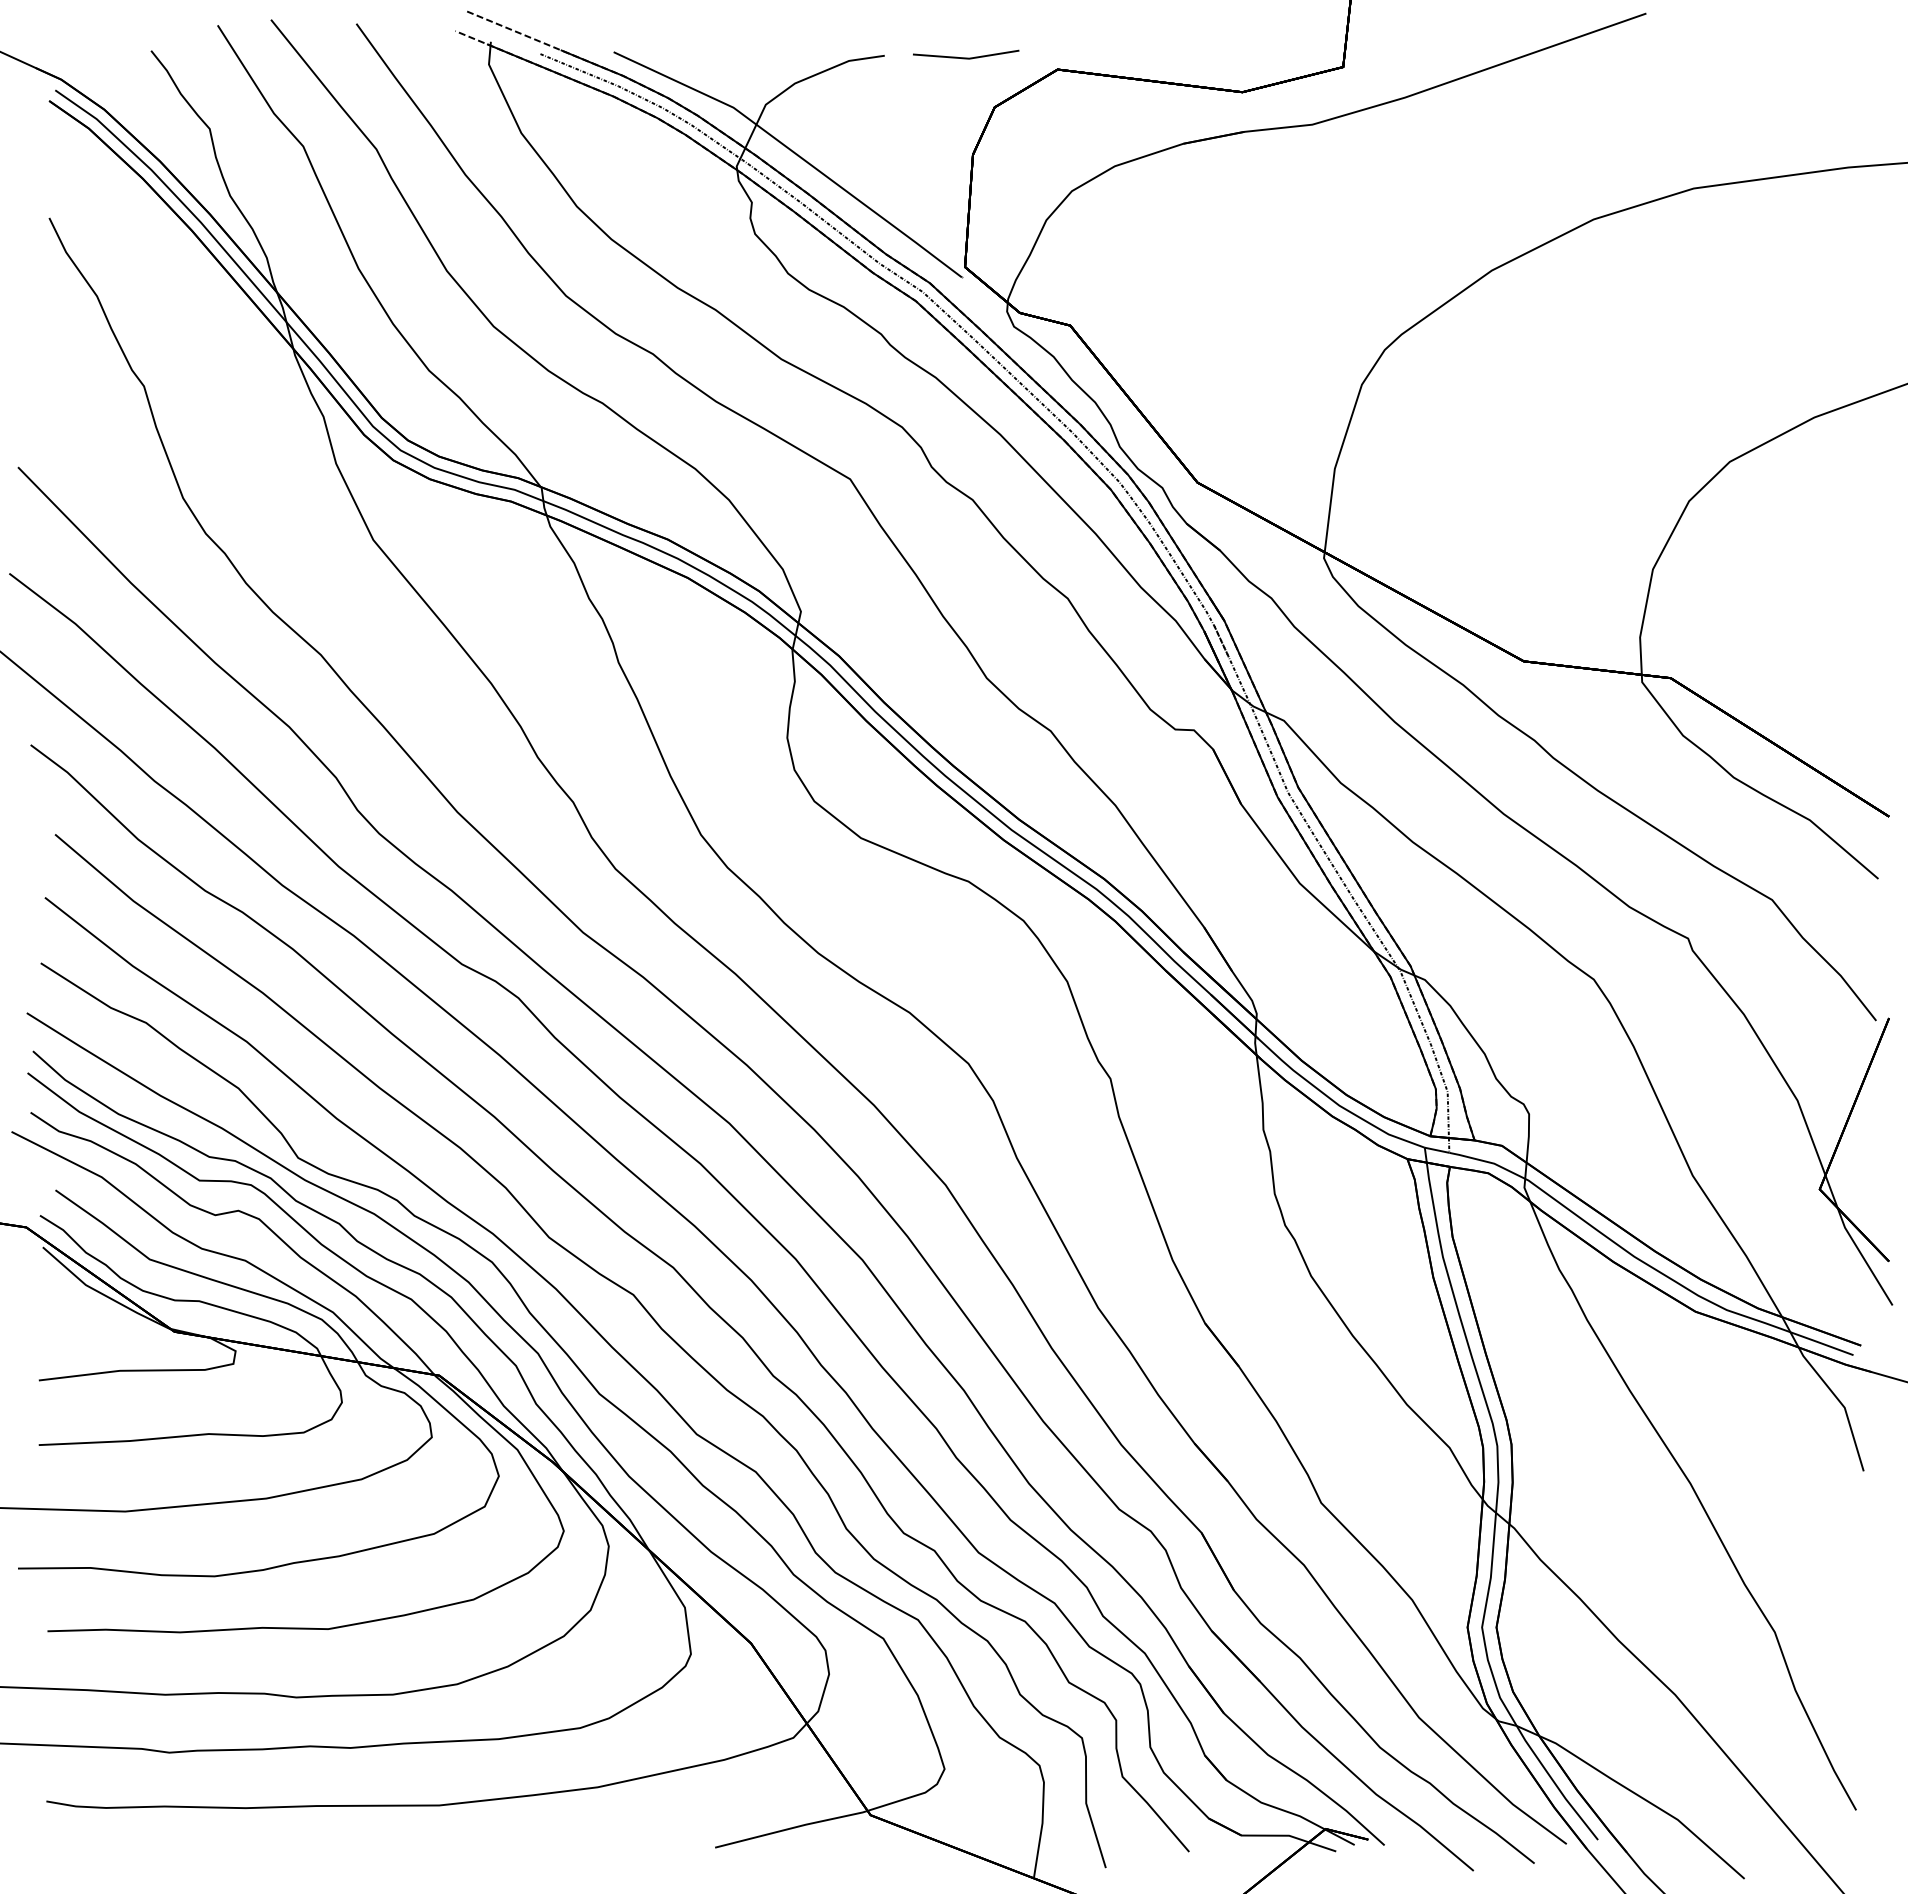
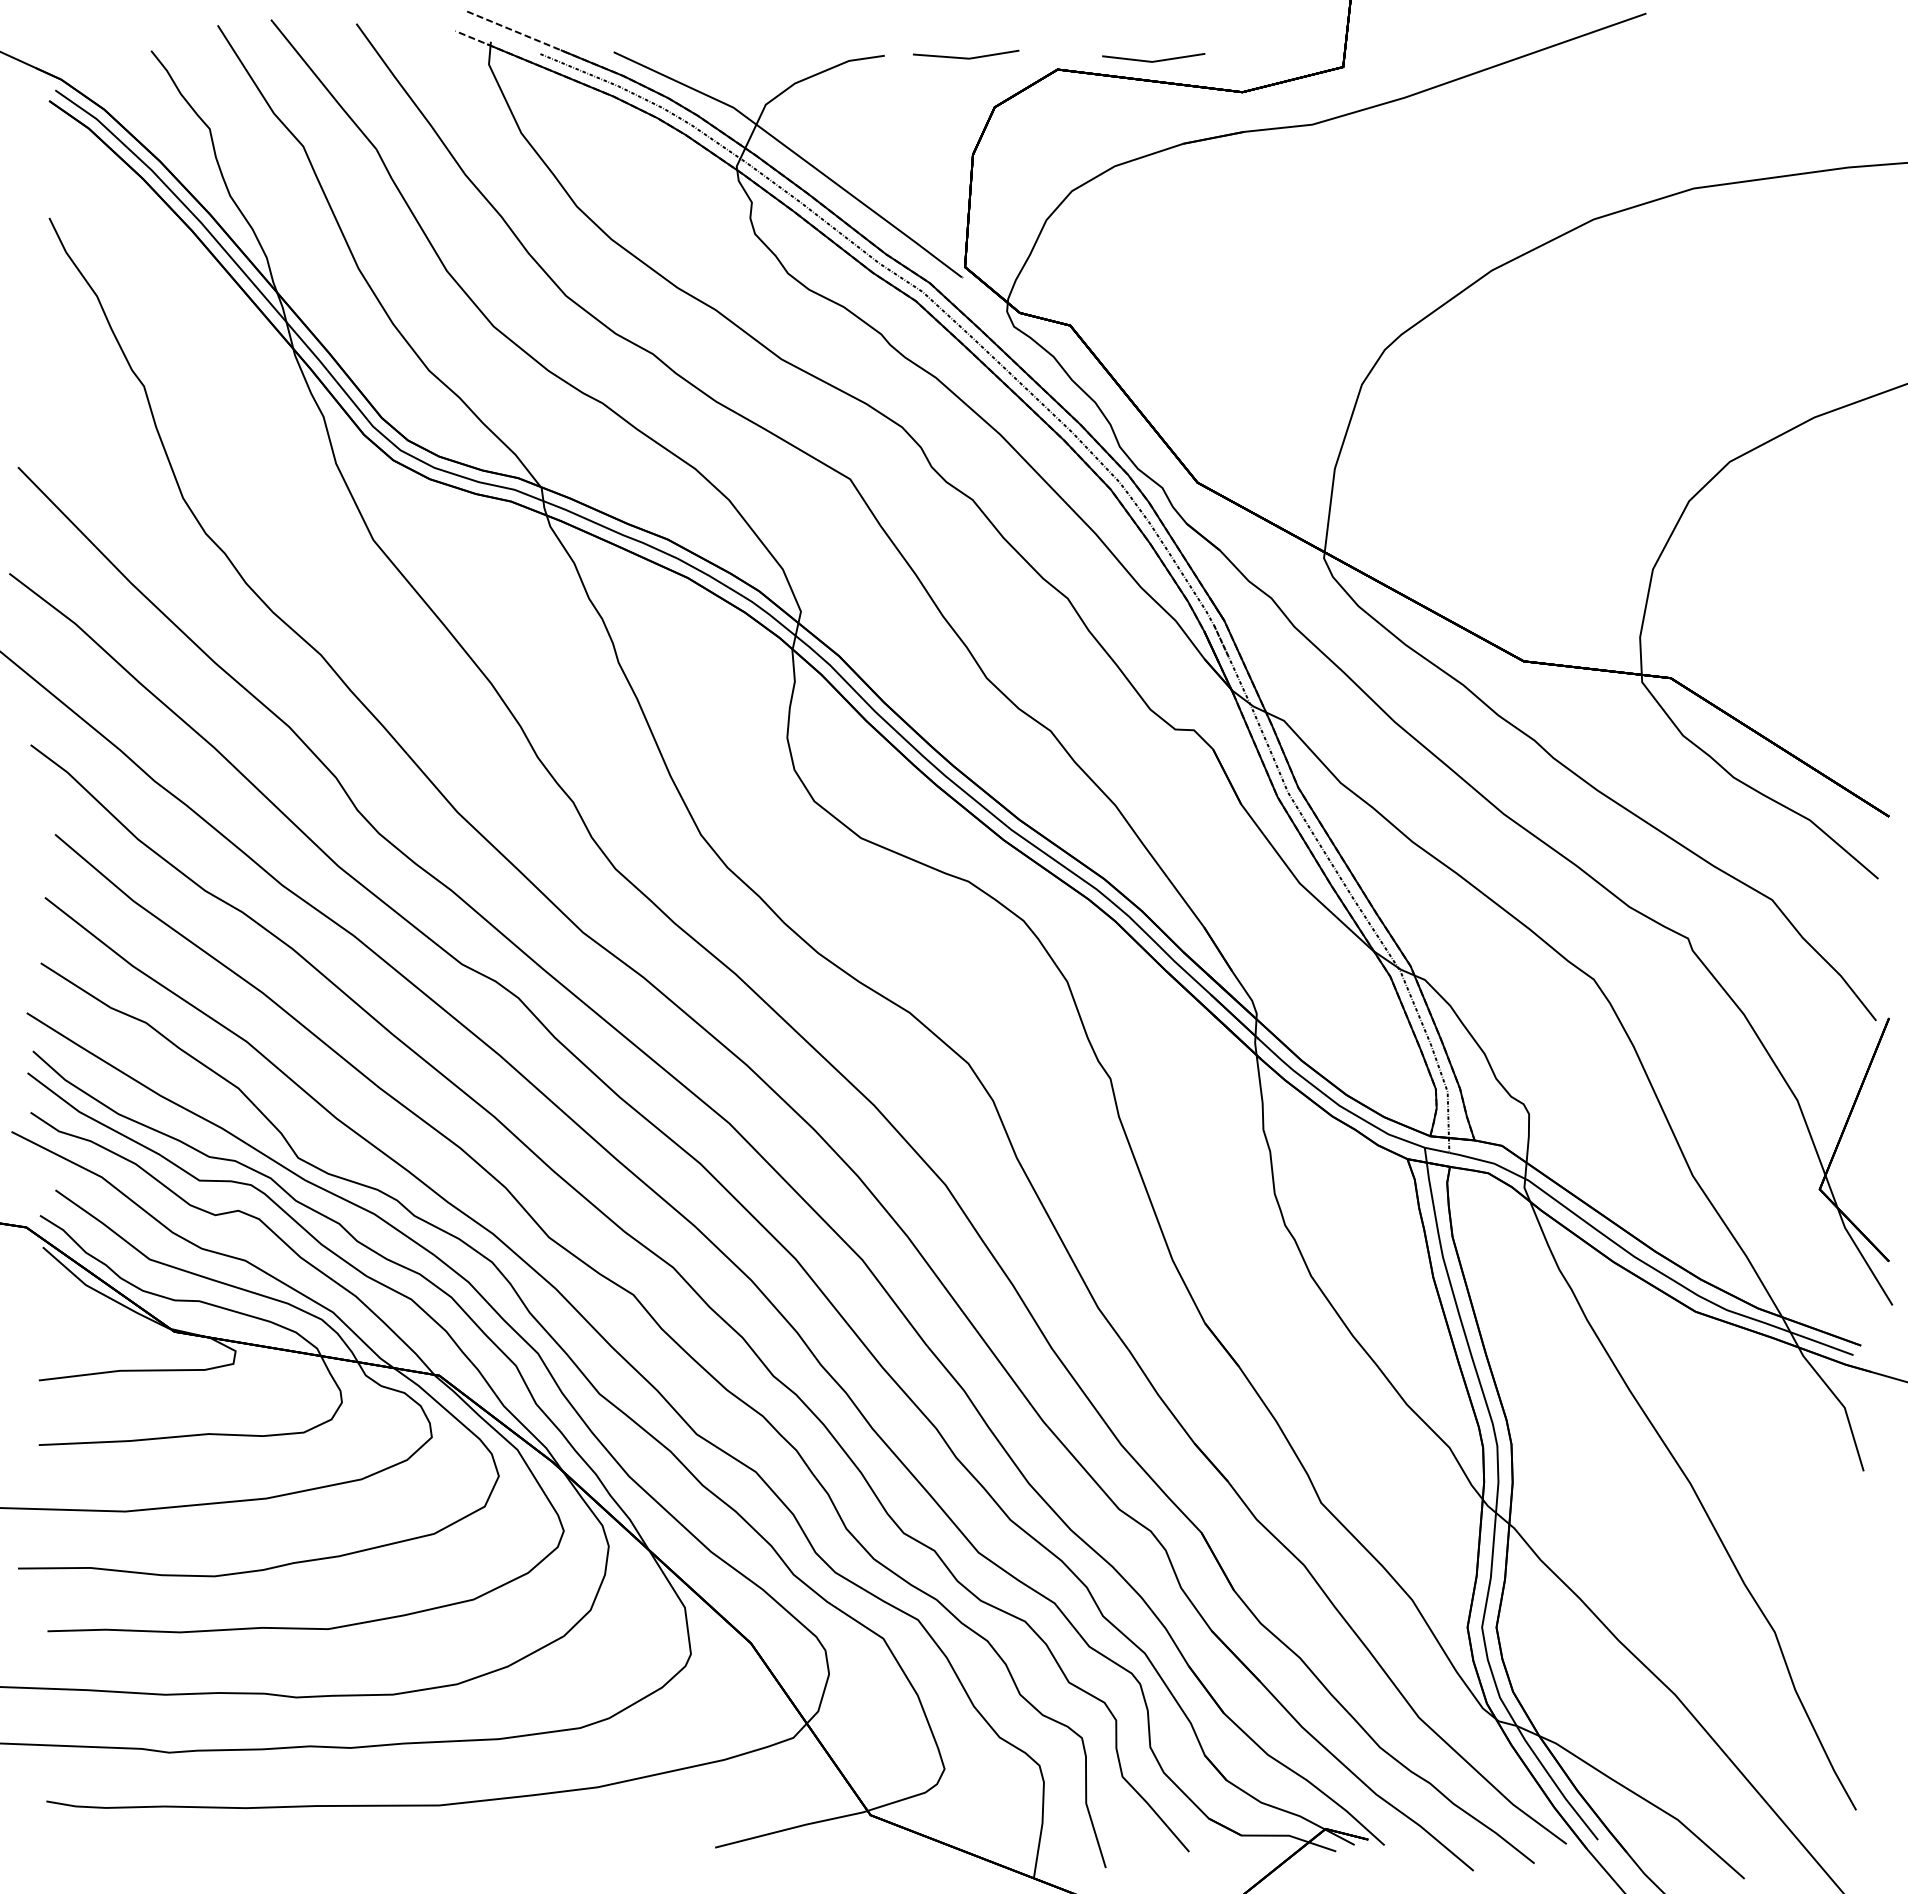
line at (1153, 60): none -> present
